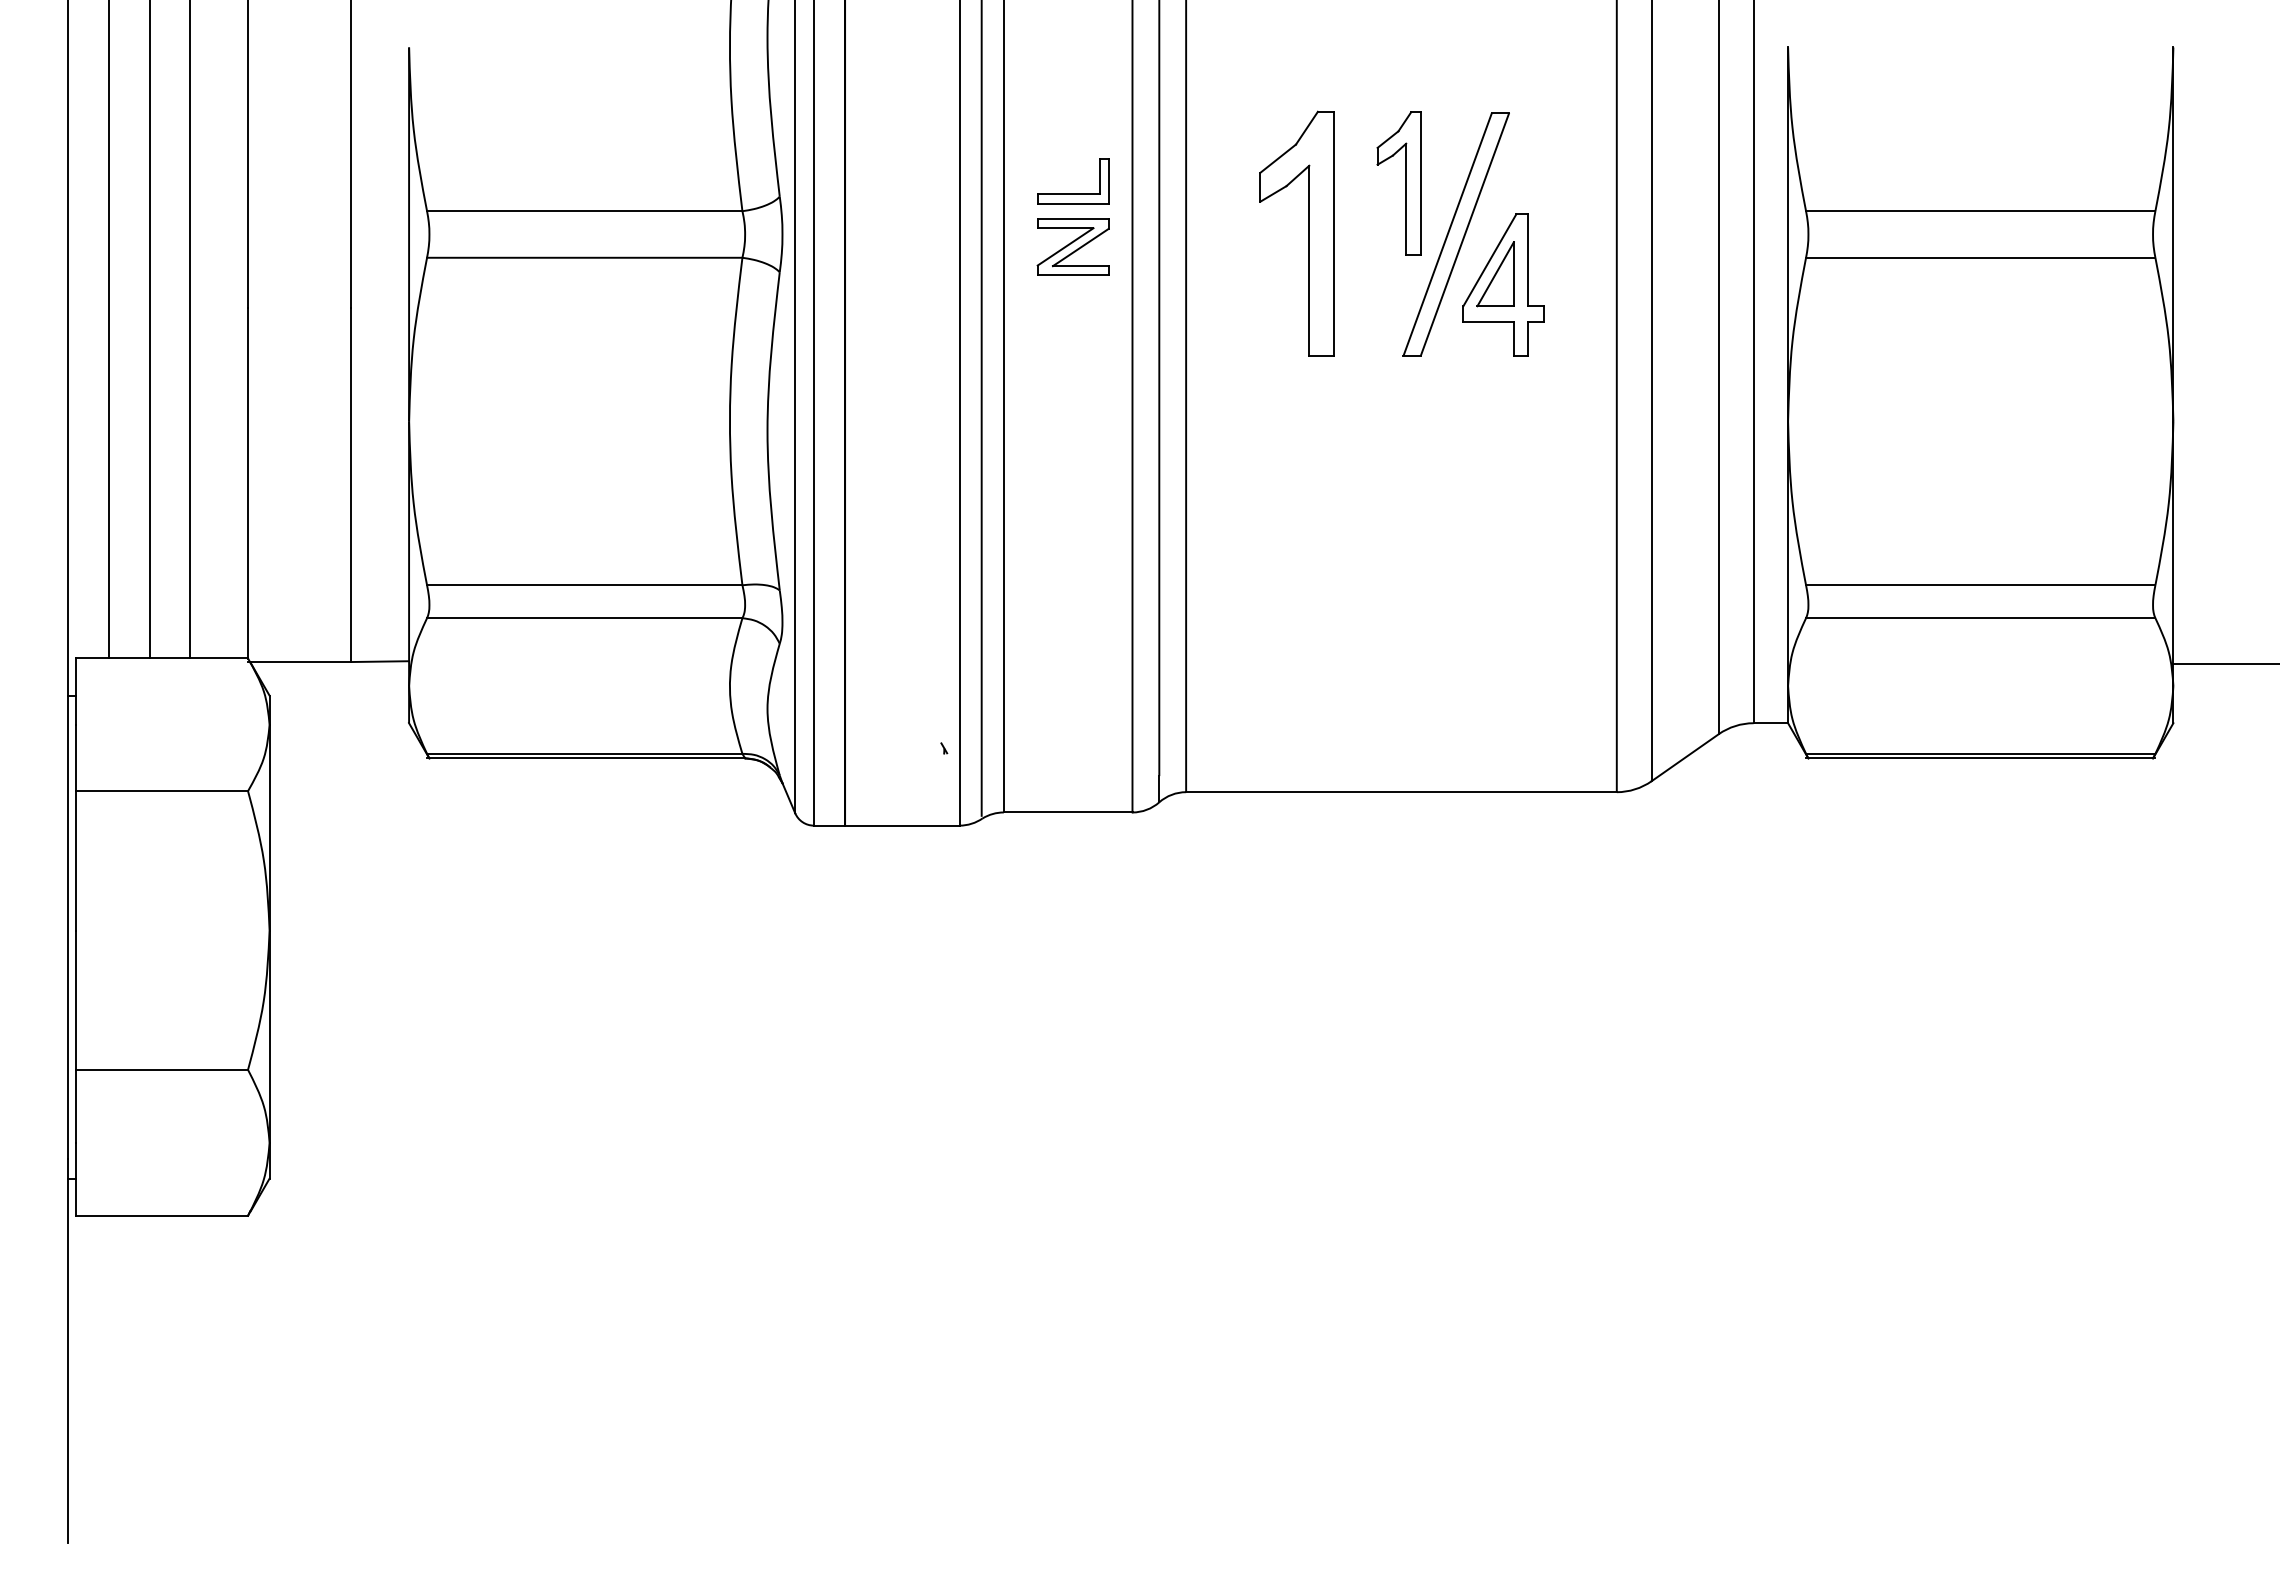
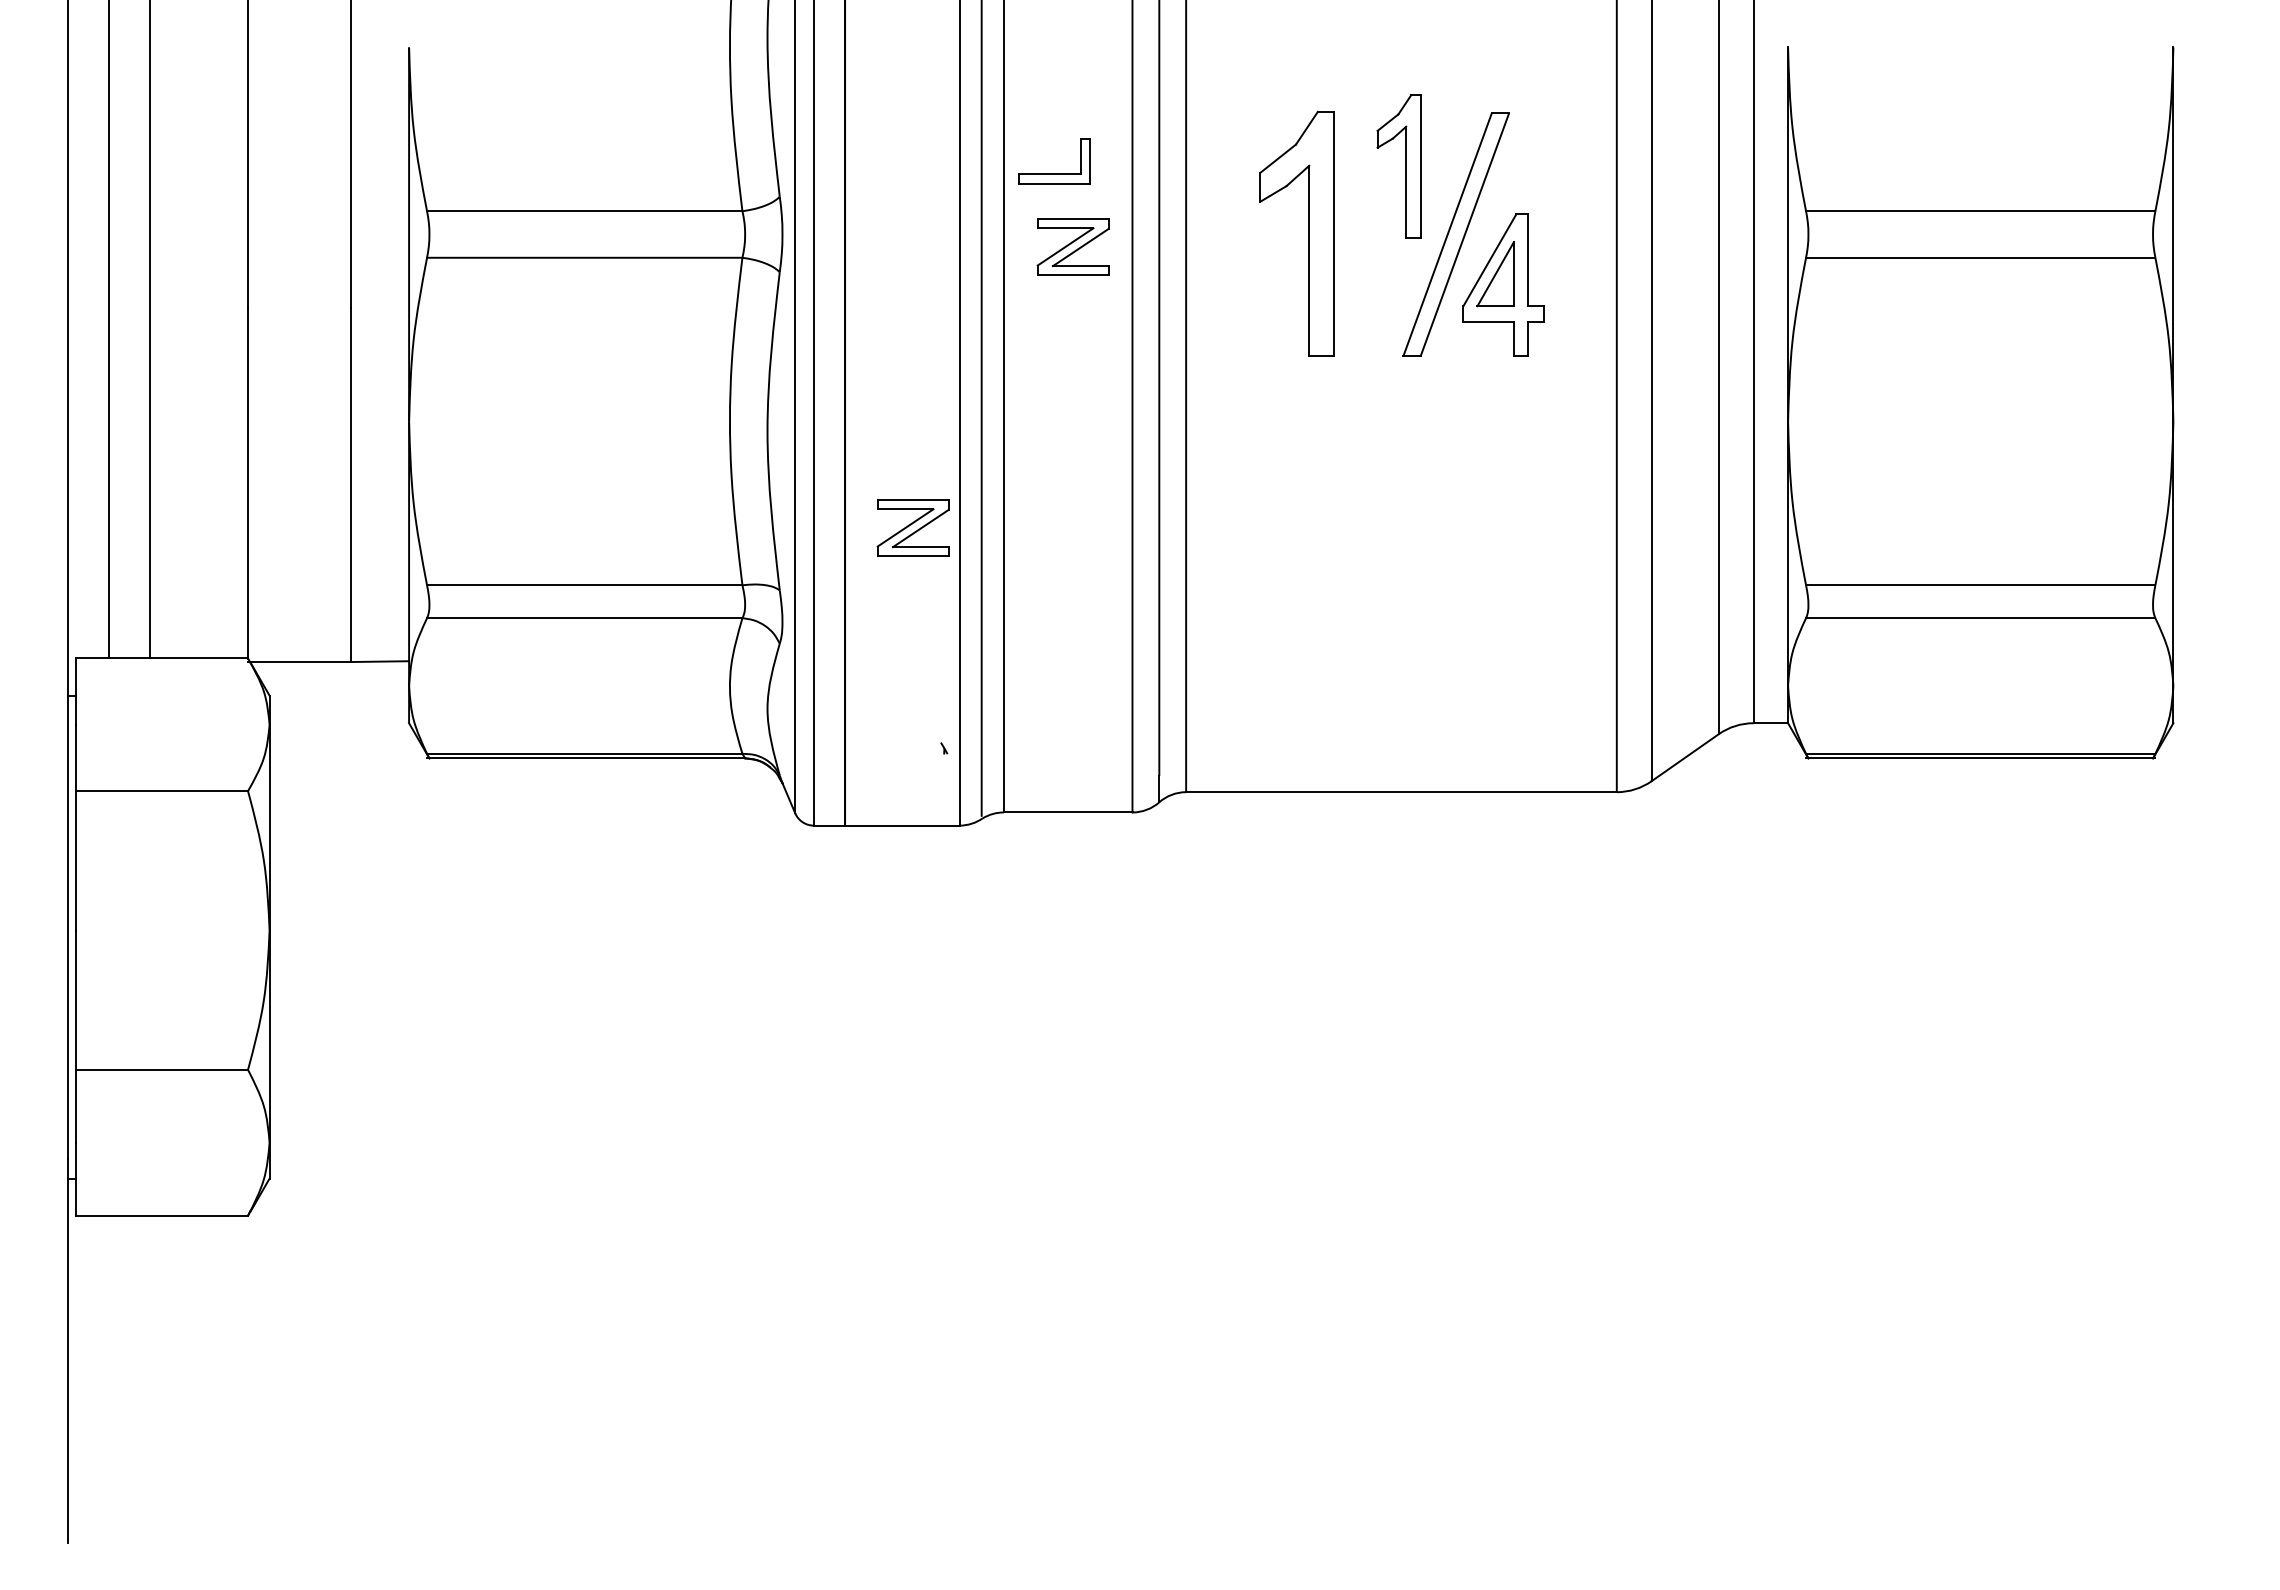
part at (1405, 183) position: (1405, 183) -> (1405, 166)
part at (1073, 193) position: (1073, 193) -> (1054, 173)
line at (190, 330): present -> none
part at (912, 527): none -> present
line at (2224, 664): present -> none
